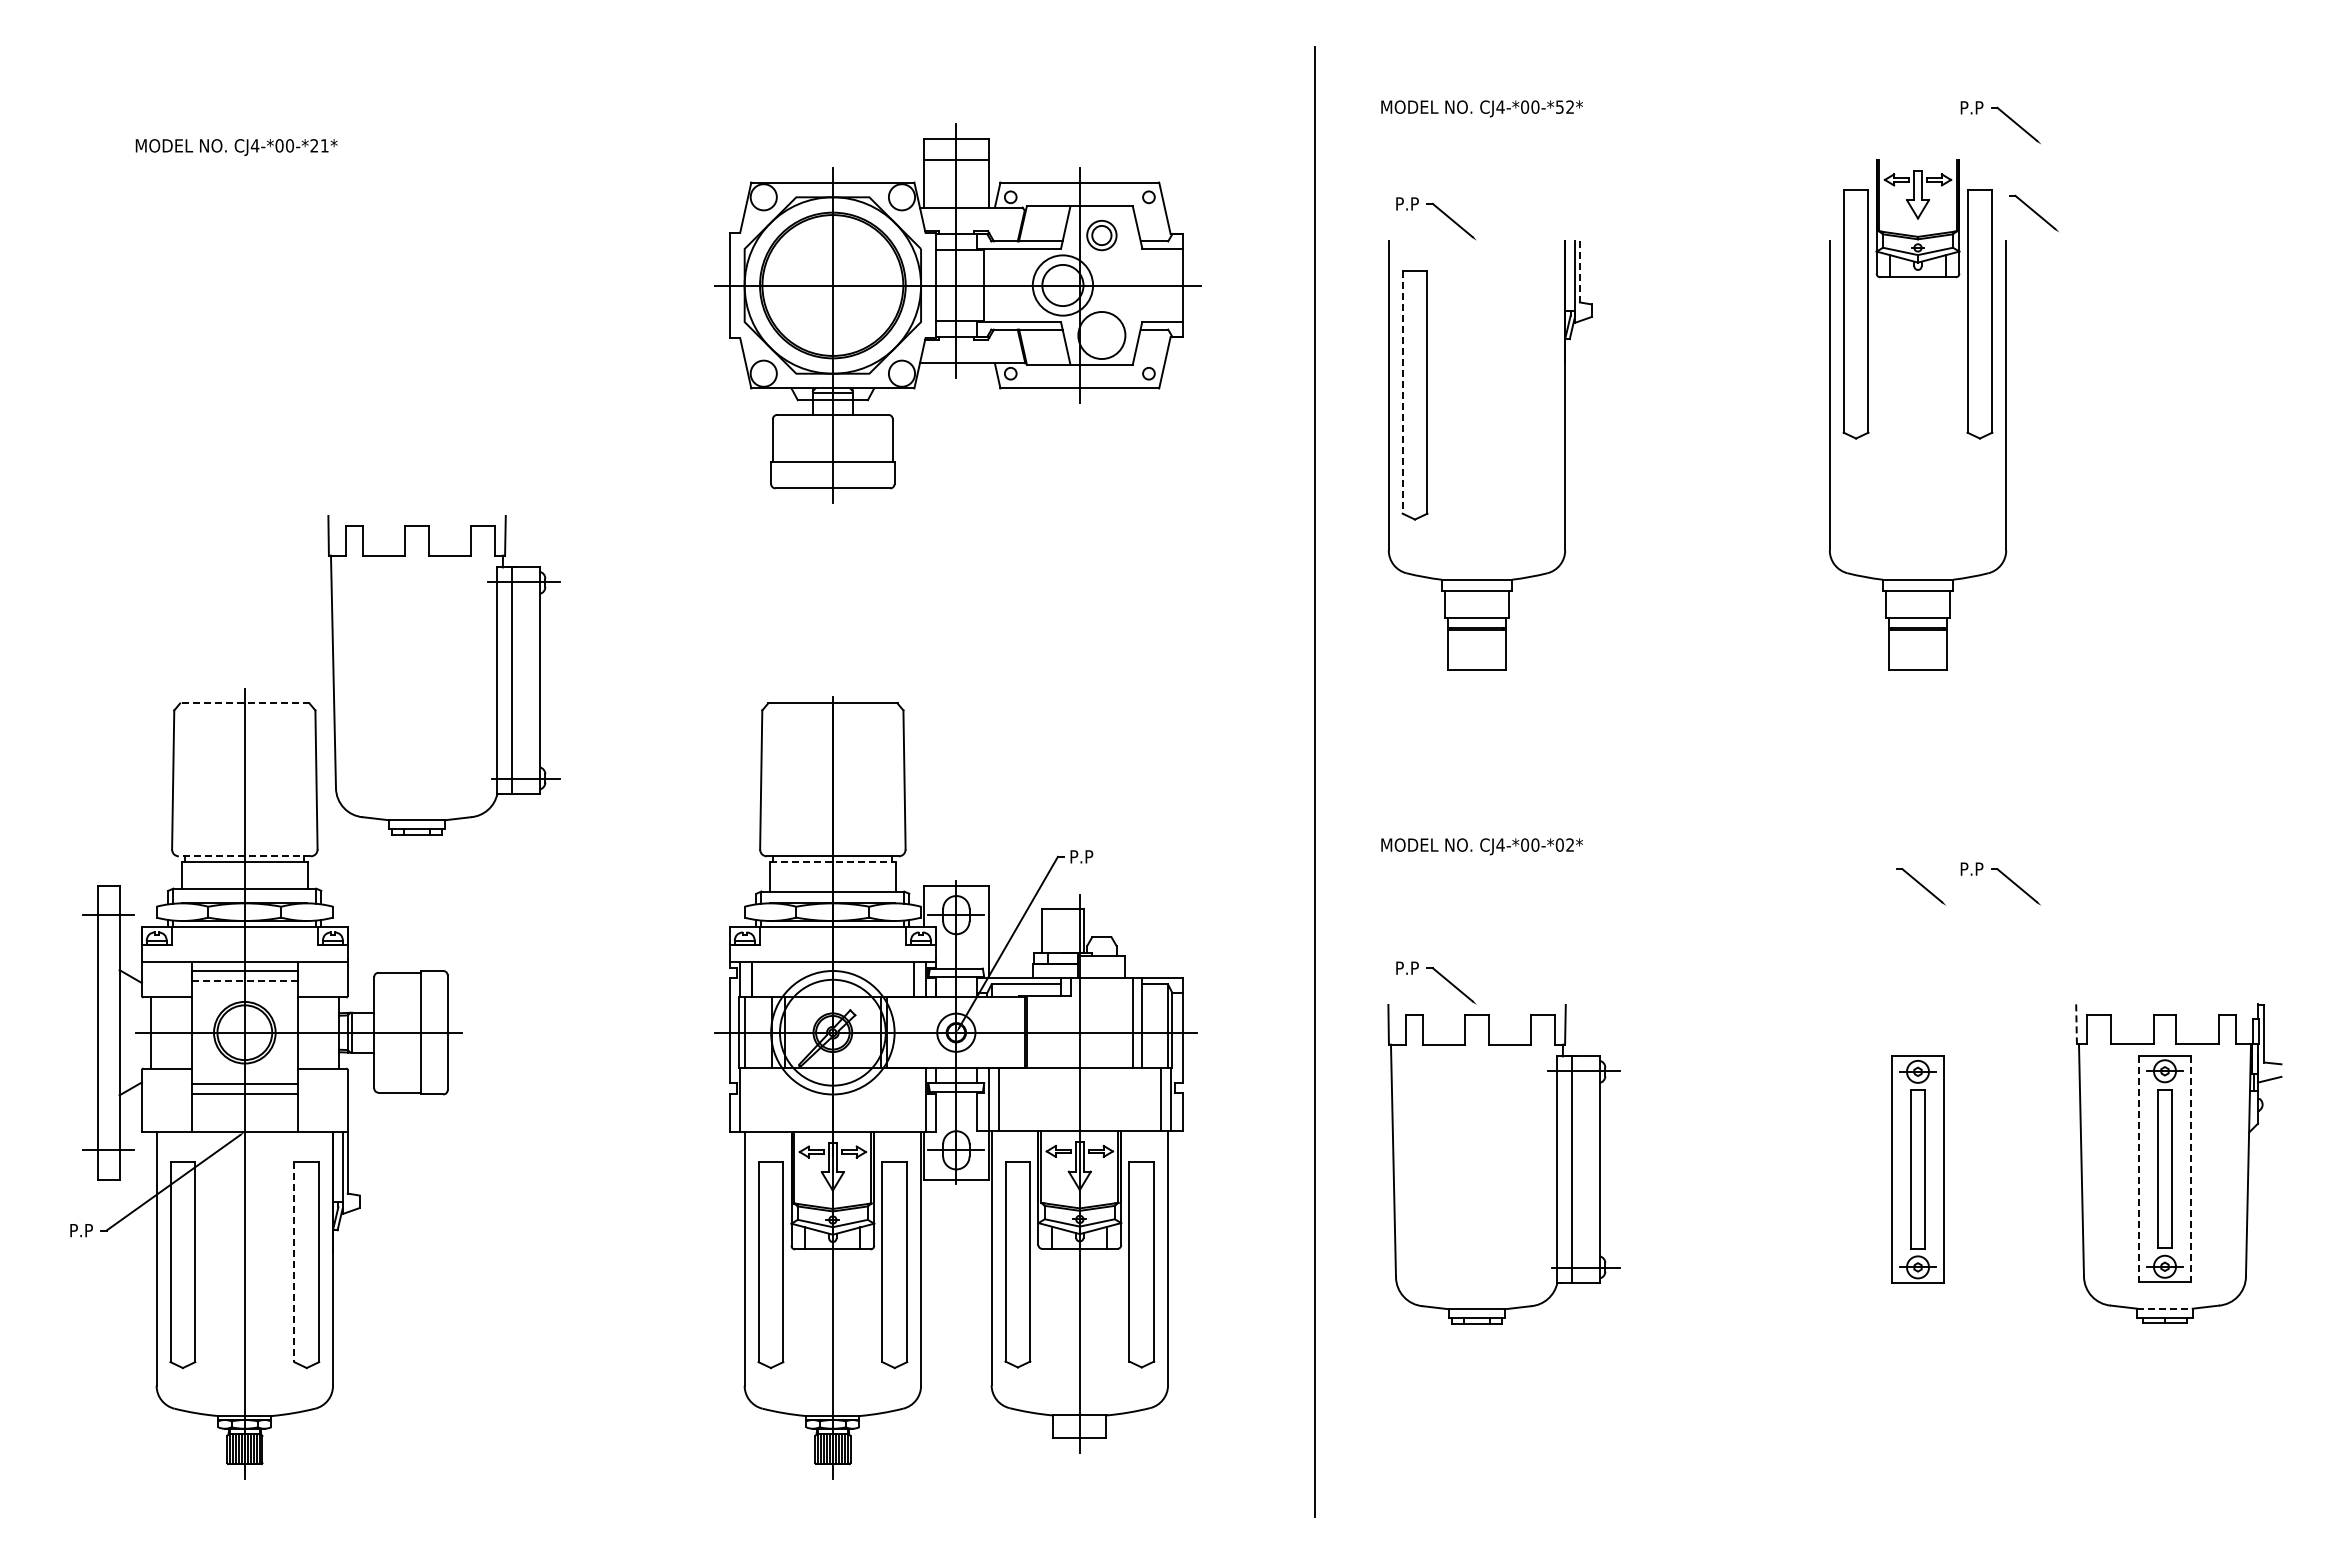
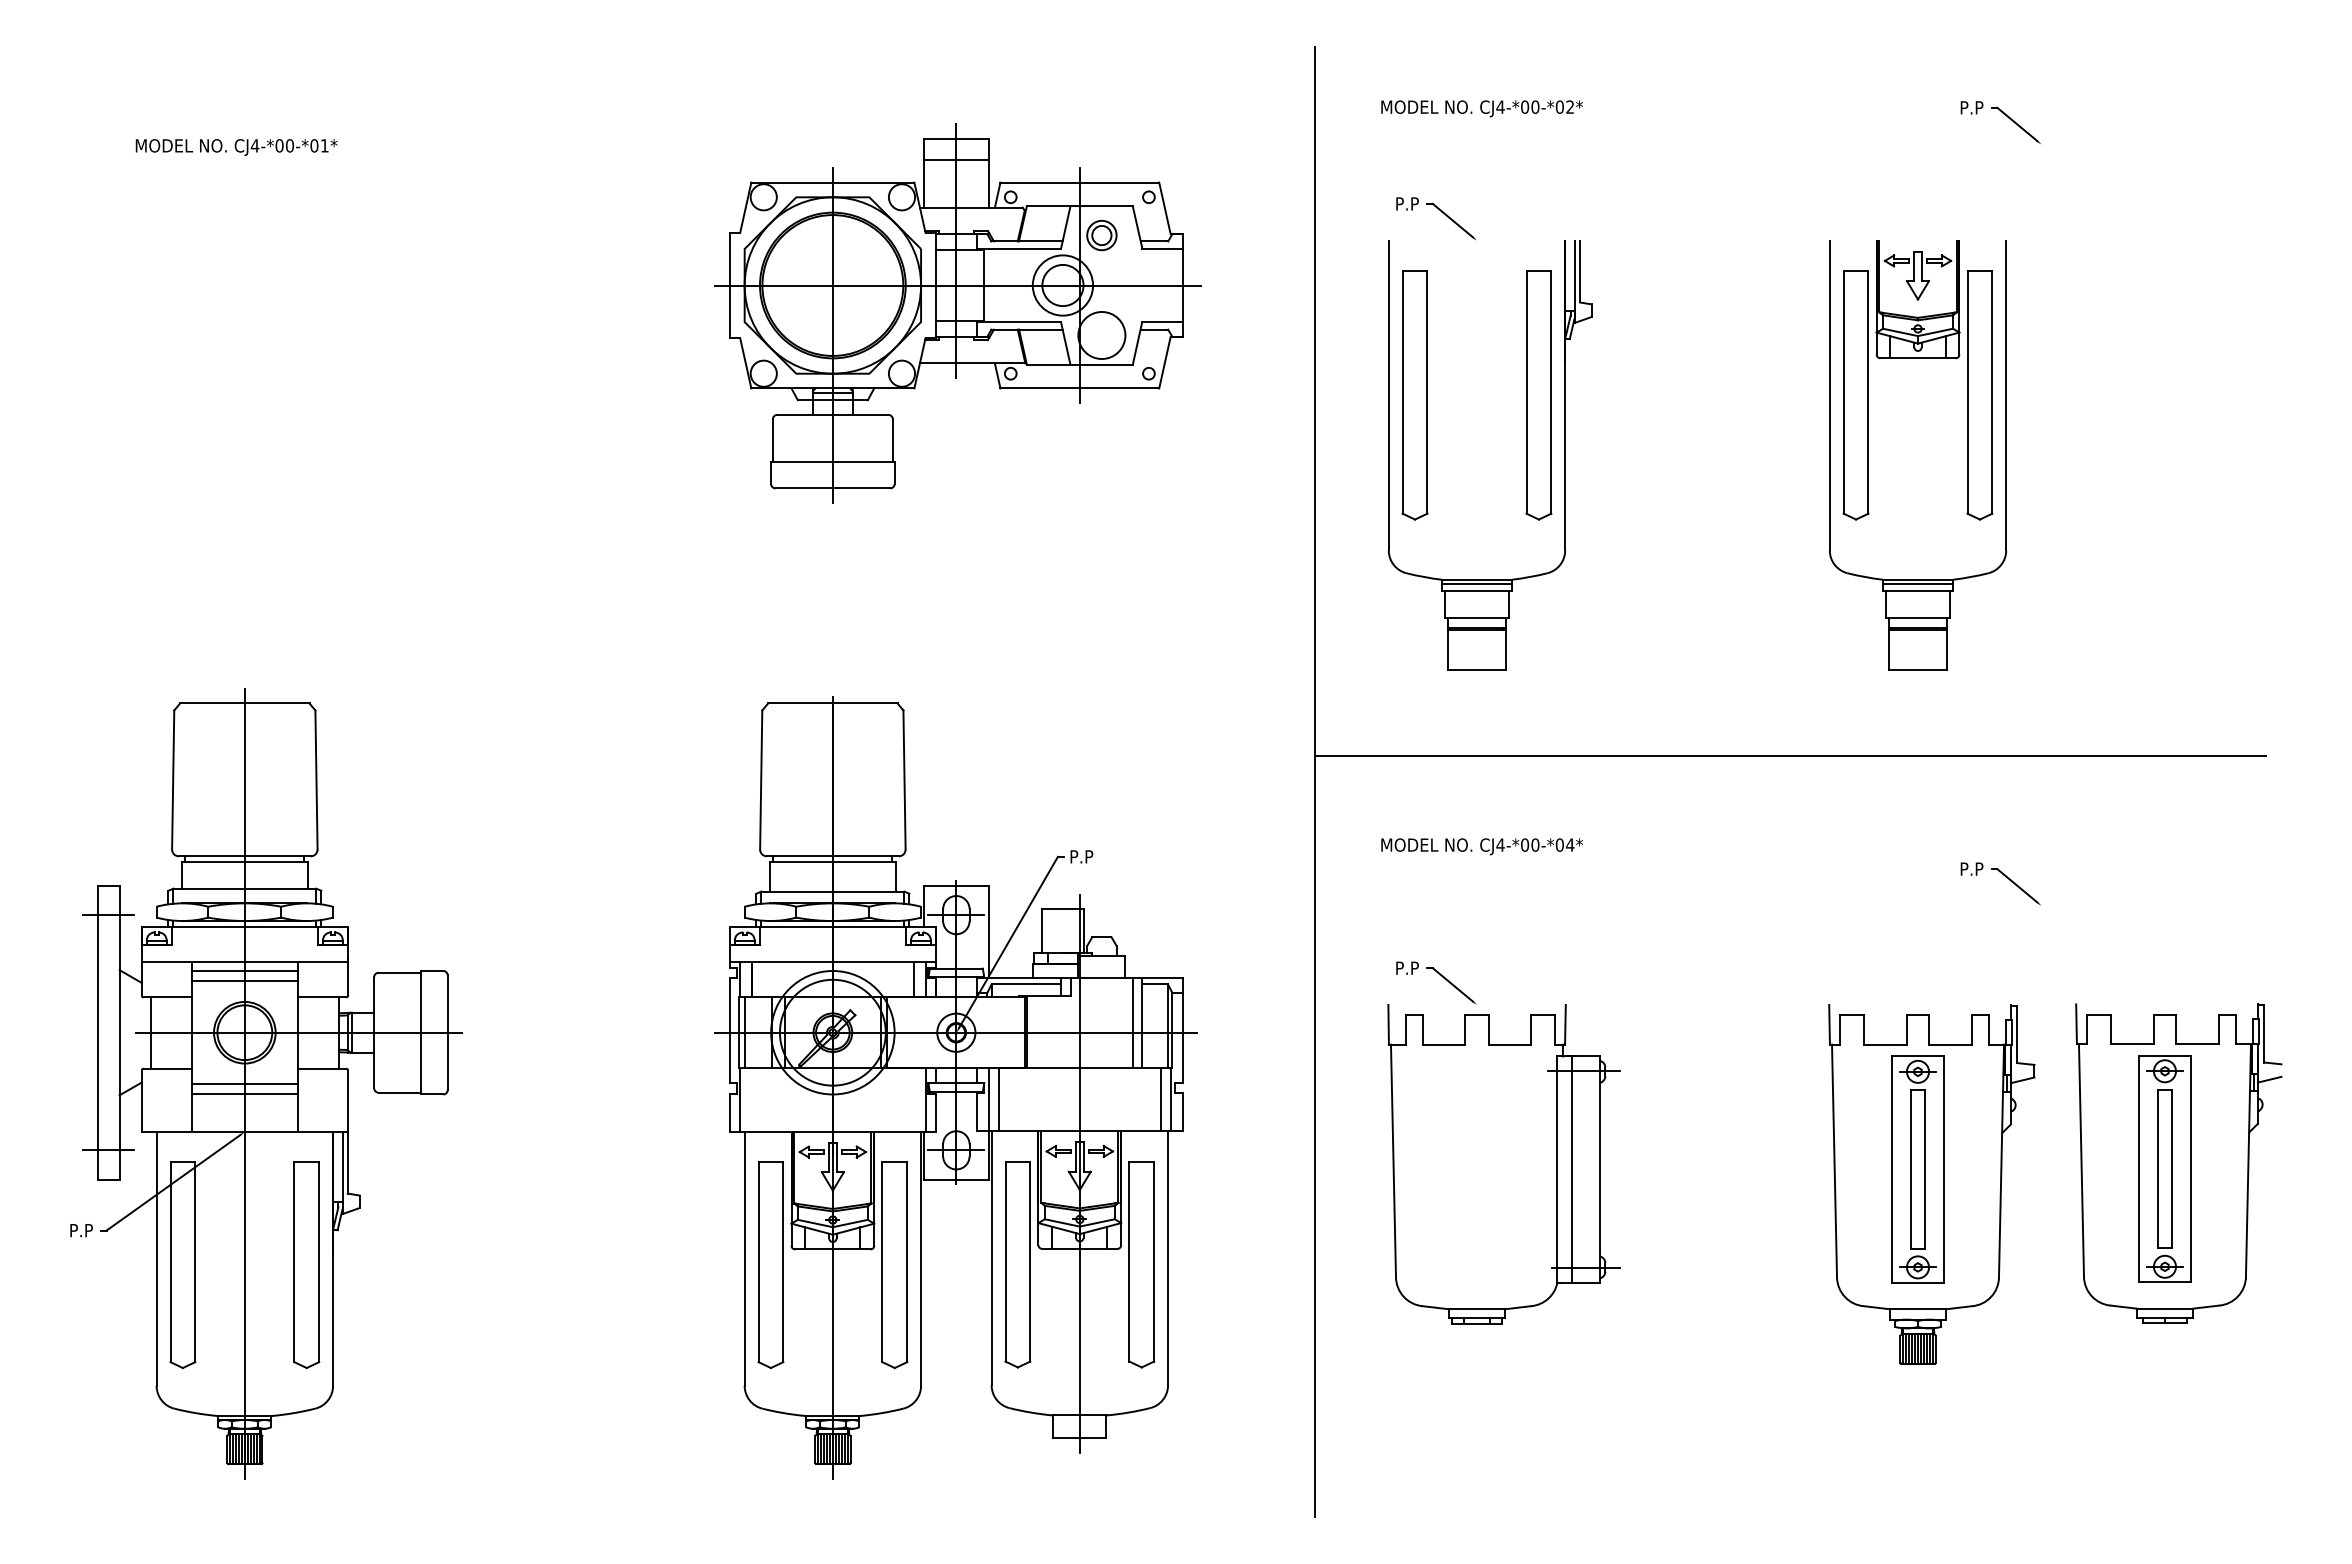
text at (1559, 106): CJ4-*00-*52* -> CJ4-*00-*02*
text at (314, 145): CJ4-*00-*21* -> CJ4-*00-*01*
part at (2033, 212): present -> none
line at (1579, 271): dashed -> solid
part at (1917, 277) position: (1917, 277) -> (1917, 358)
line at (1402, 392): dashed -> solid
part at (1538, 395): none -> present
line at (1476, 584): none -> present
line at (1917, 584): none -> present
part at (443, 675): present -> none
line at (244, 703): dashed -> solid
line at (1790, 755): none -> present
text at (1570, 844): CJ4-*00-*02* -> CJ4-*00-*04*
line at (244, 856): dashed -> solid
line at (833, 862): dashed -> solid
part at (1920, 886): present -> none
line at (244, 981): dashed -> solid
line at (2076, 1024): dashed -> solid
line at (2139, 1169): dashed -> solid
line at (2190, 1169): dashed -> solid
part at (1931, 1184): none -> present
line at (294, 1262): dashed -> solid
line at (2164, 1308): dashed -> solid
